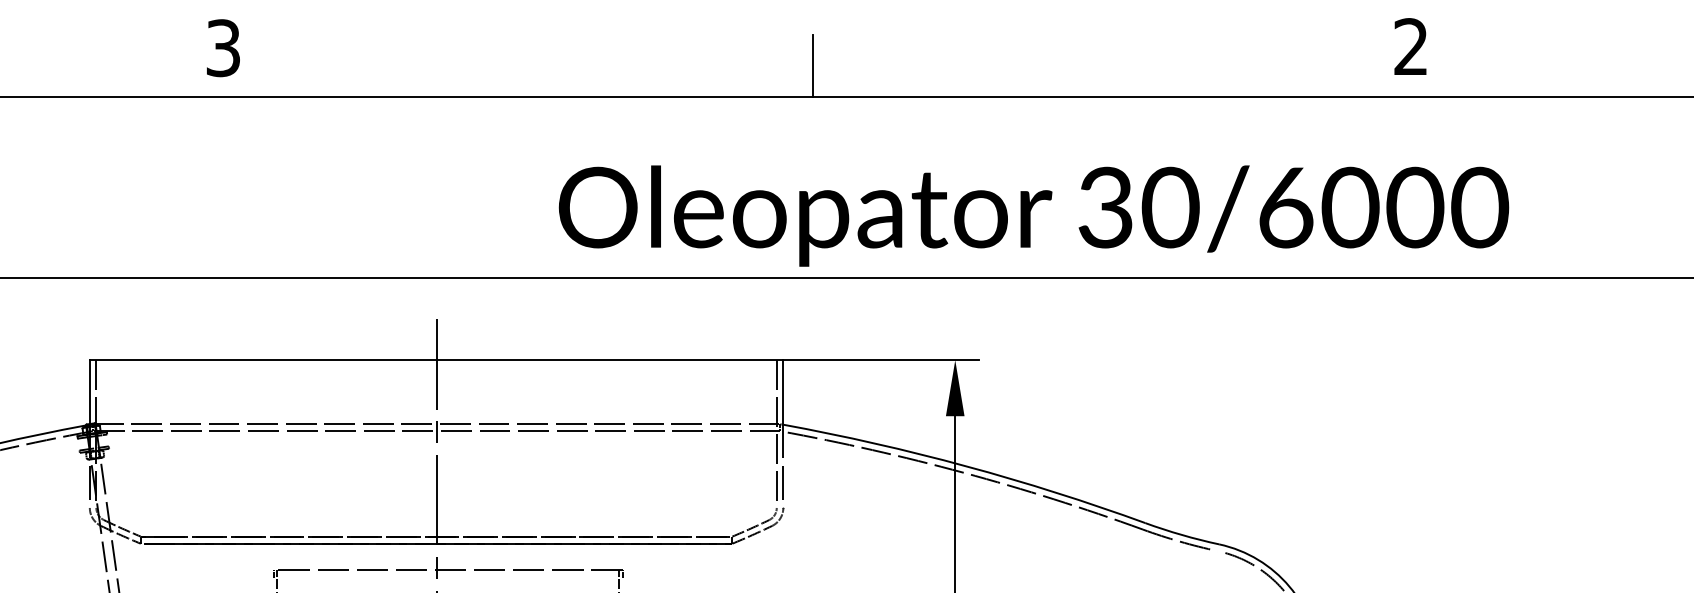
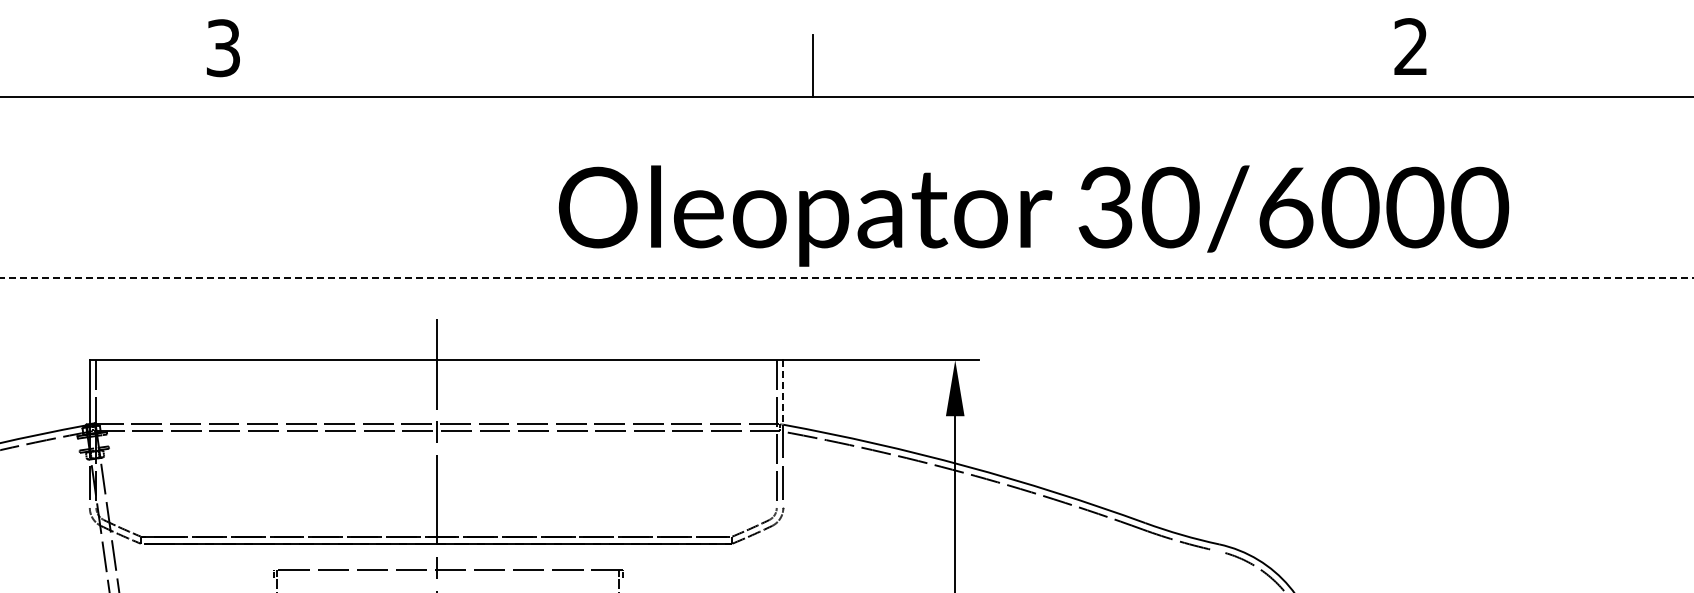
line at (847, 277): solid -> dashed
line at (783, 392): solid -> dashed
